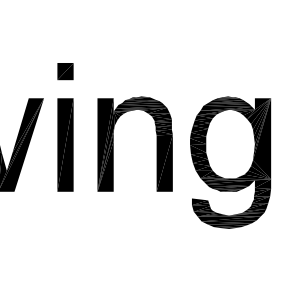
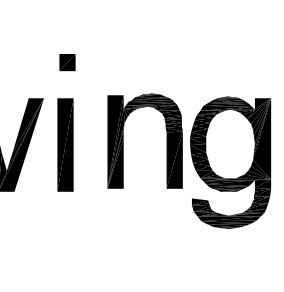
part at (65, 71) position: (65, 71) -> (67, 62)
part at (113, 143) position: (113, 143) -> (123, 140)
